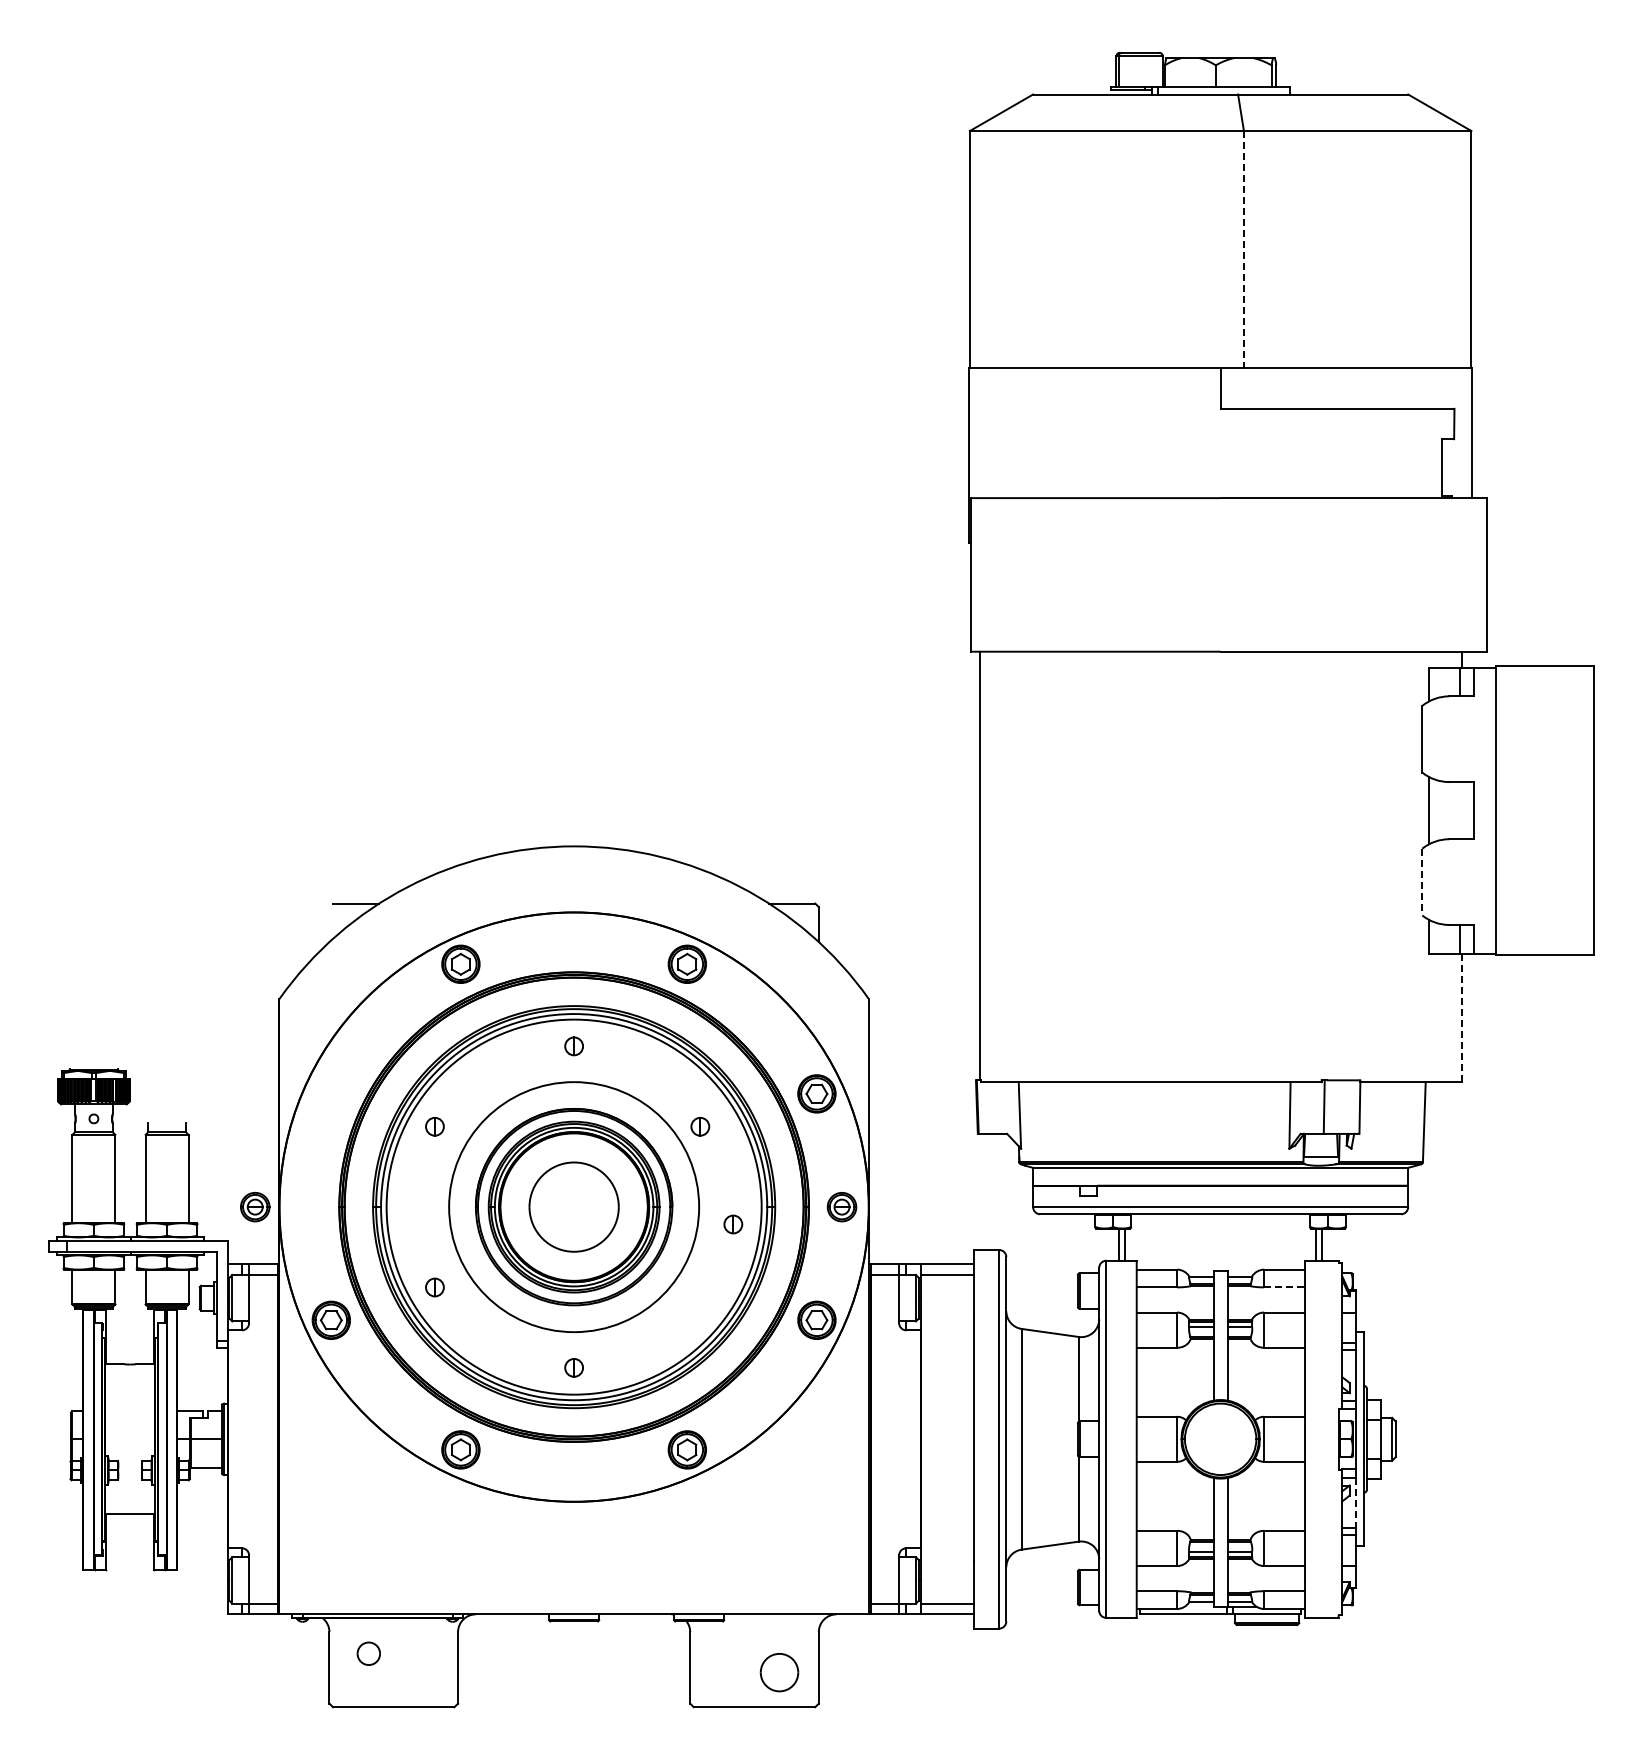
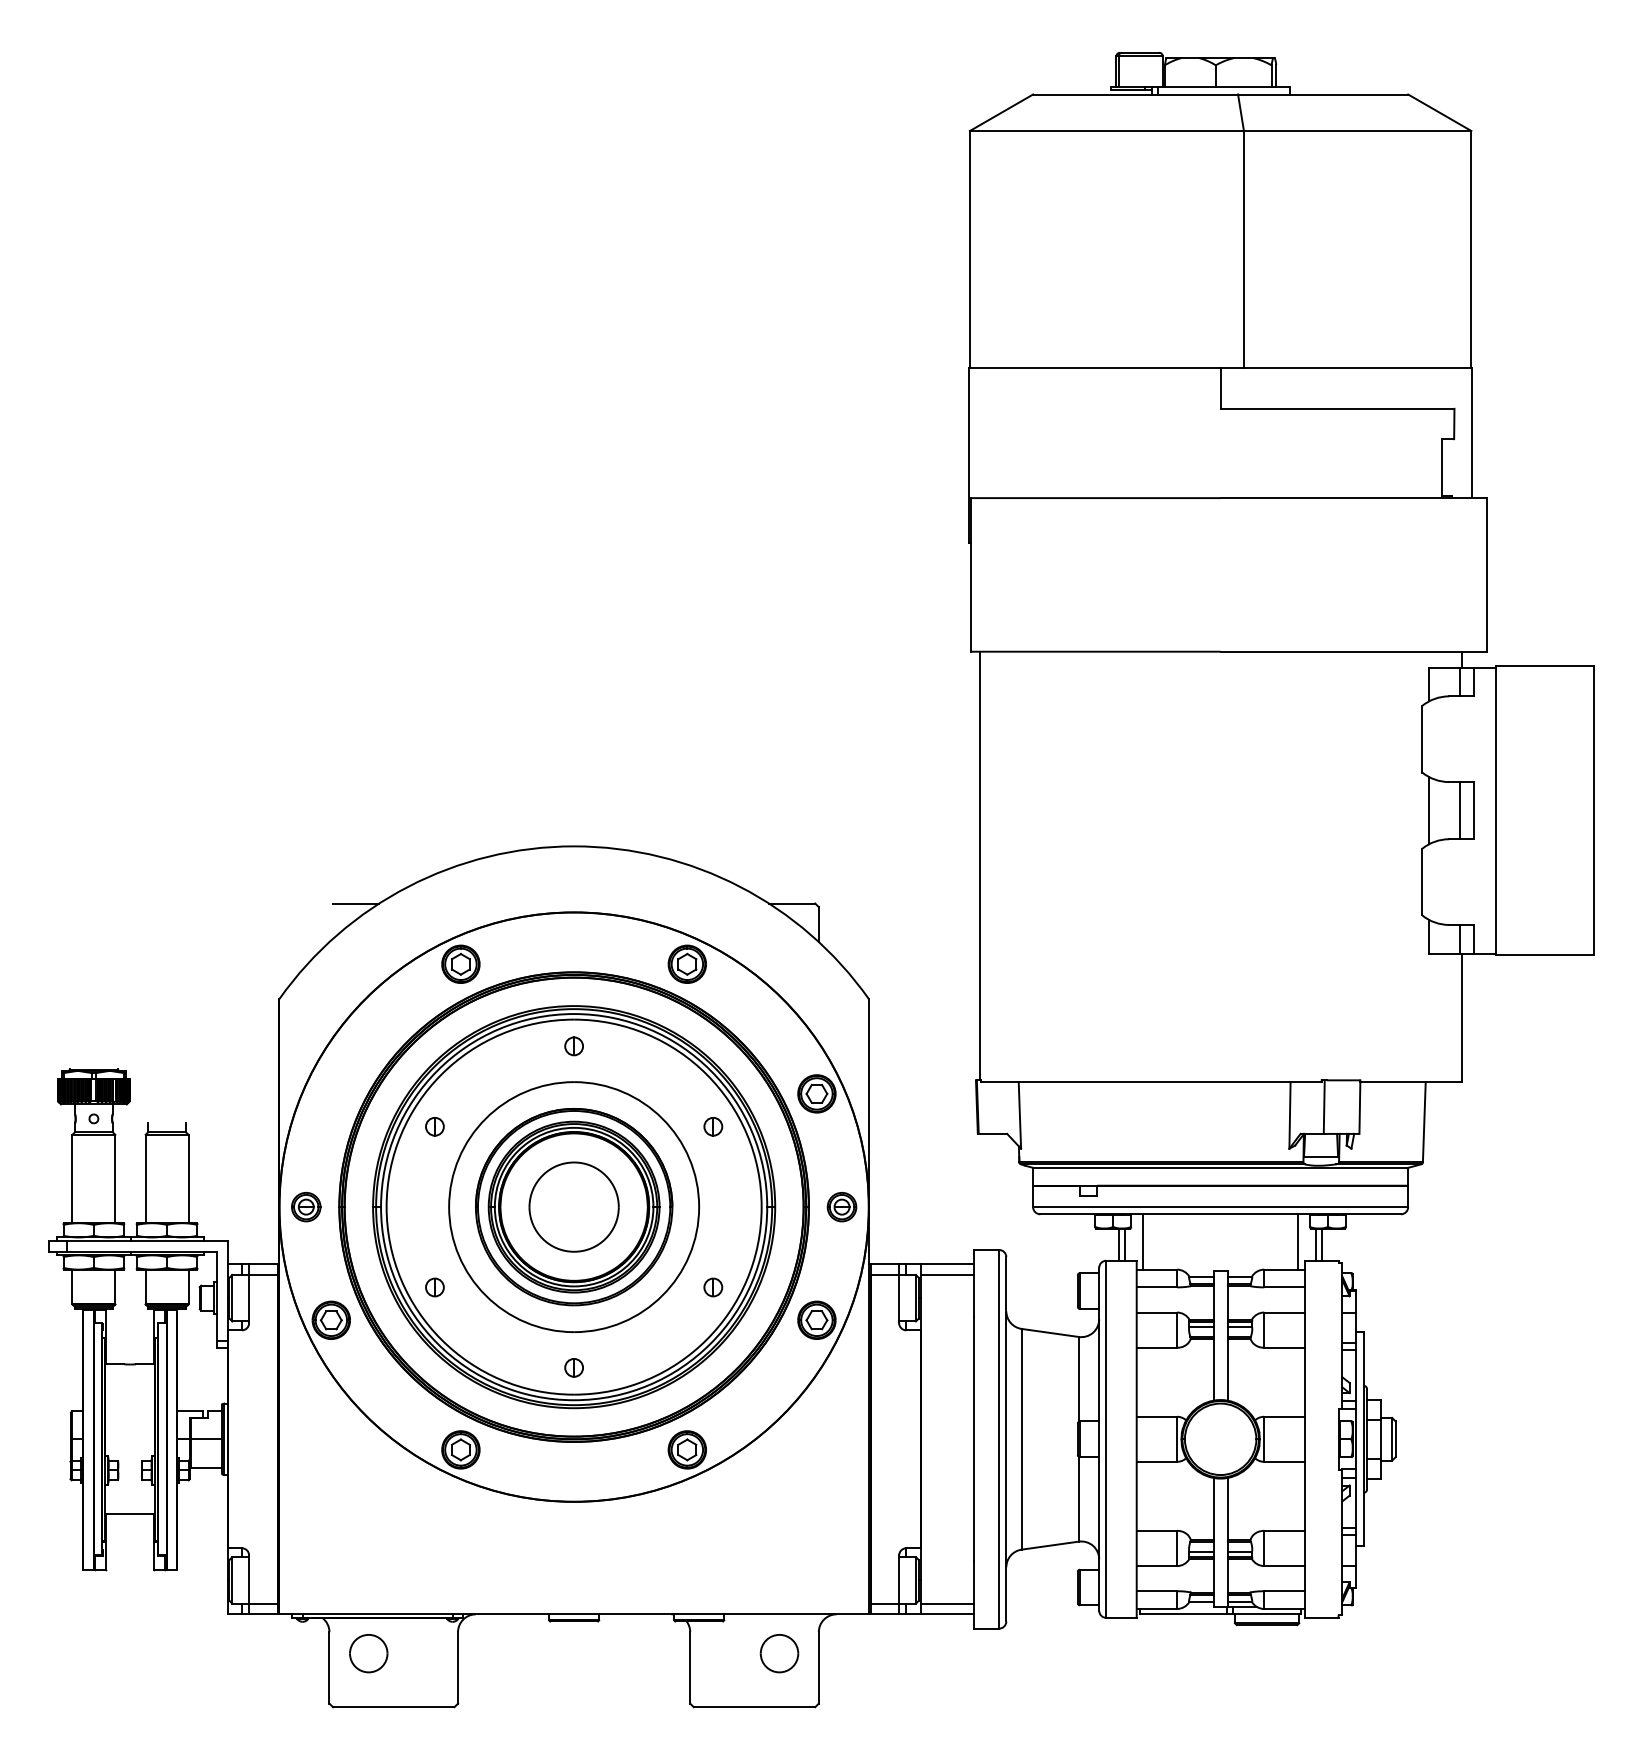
line at (1243, 249): dashed -> solid
line at (1459, 810): none -> present
line at (1422, 882): dashed -> solid
line at (1461, 1018): dashed -> solid
part at (700, 1126) position: (700, 1126) -> (713, 1126)
part at (255, 1207) position: (255, 1207) -> (306, 1207)
part at (733, 1224) position: (733, 1224) -> (713, 1287)
line at (1142, 1241): none -> present
line at (1298, 1241): none -> present
line at (1284, 1287): dashed -> solid
line at (1356, 1503): dashed -> solid
part at (368, 1653) size: 25x25 px -> 40x40 px
part at (779, 1672) position: (779, 1672) -> (779, 1653)
